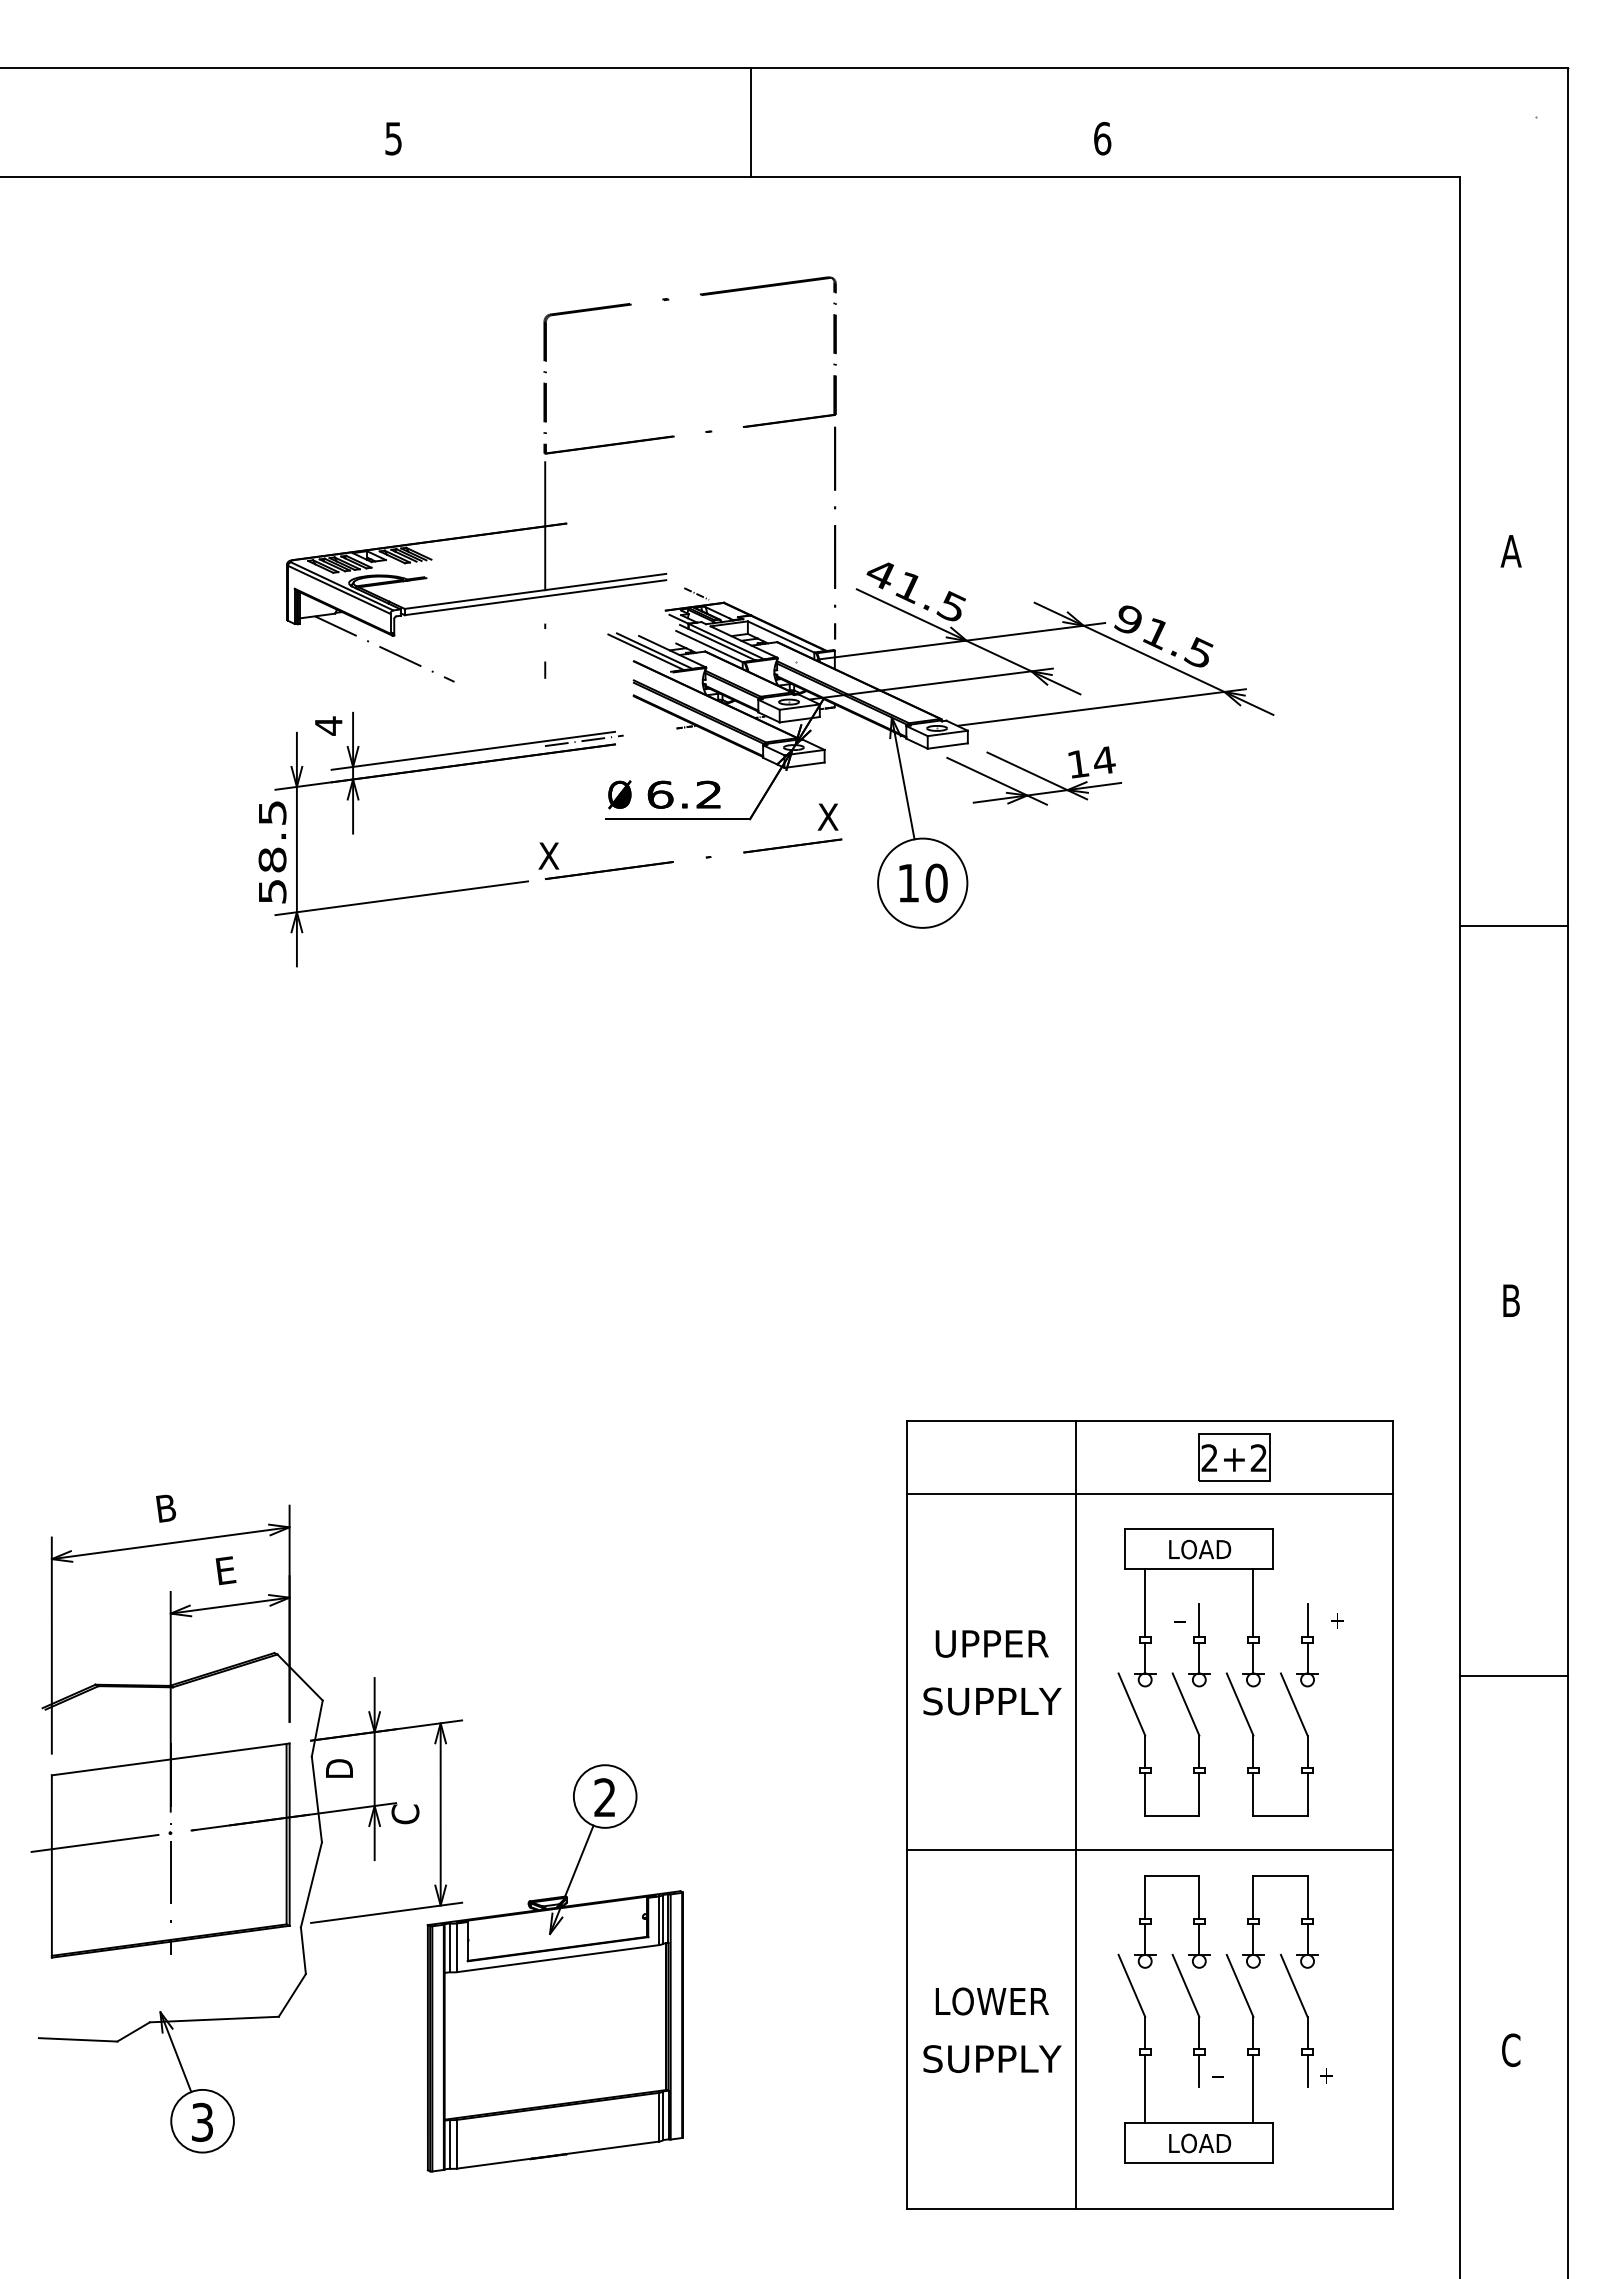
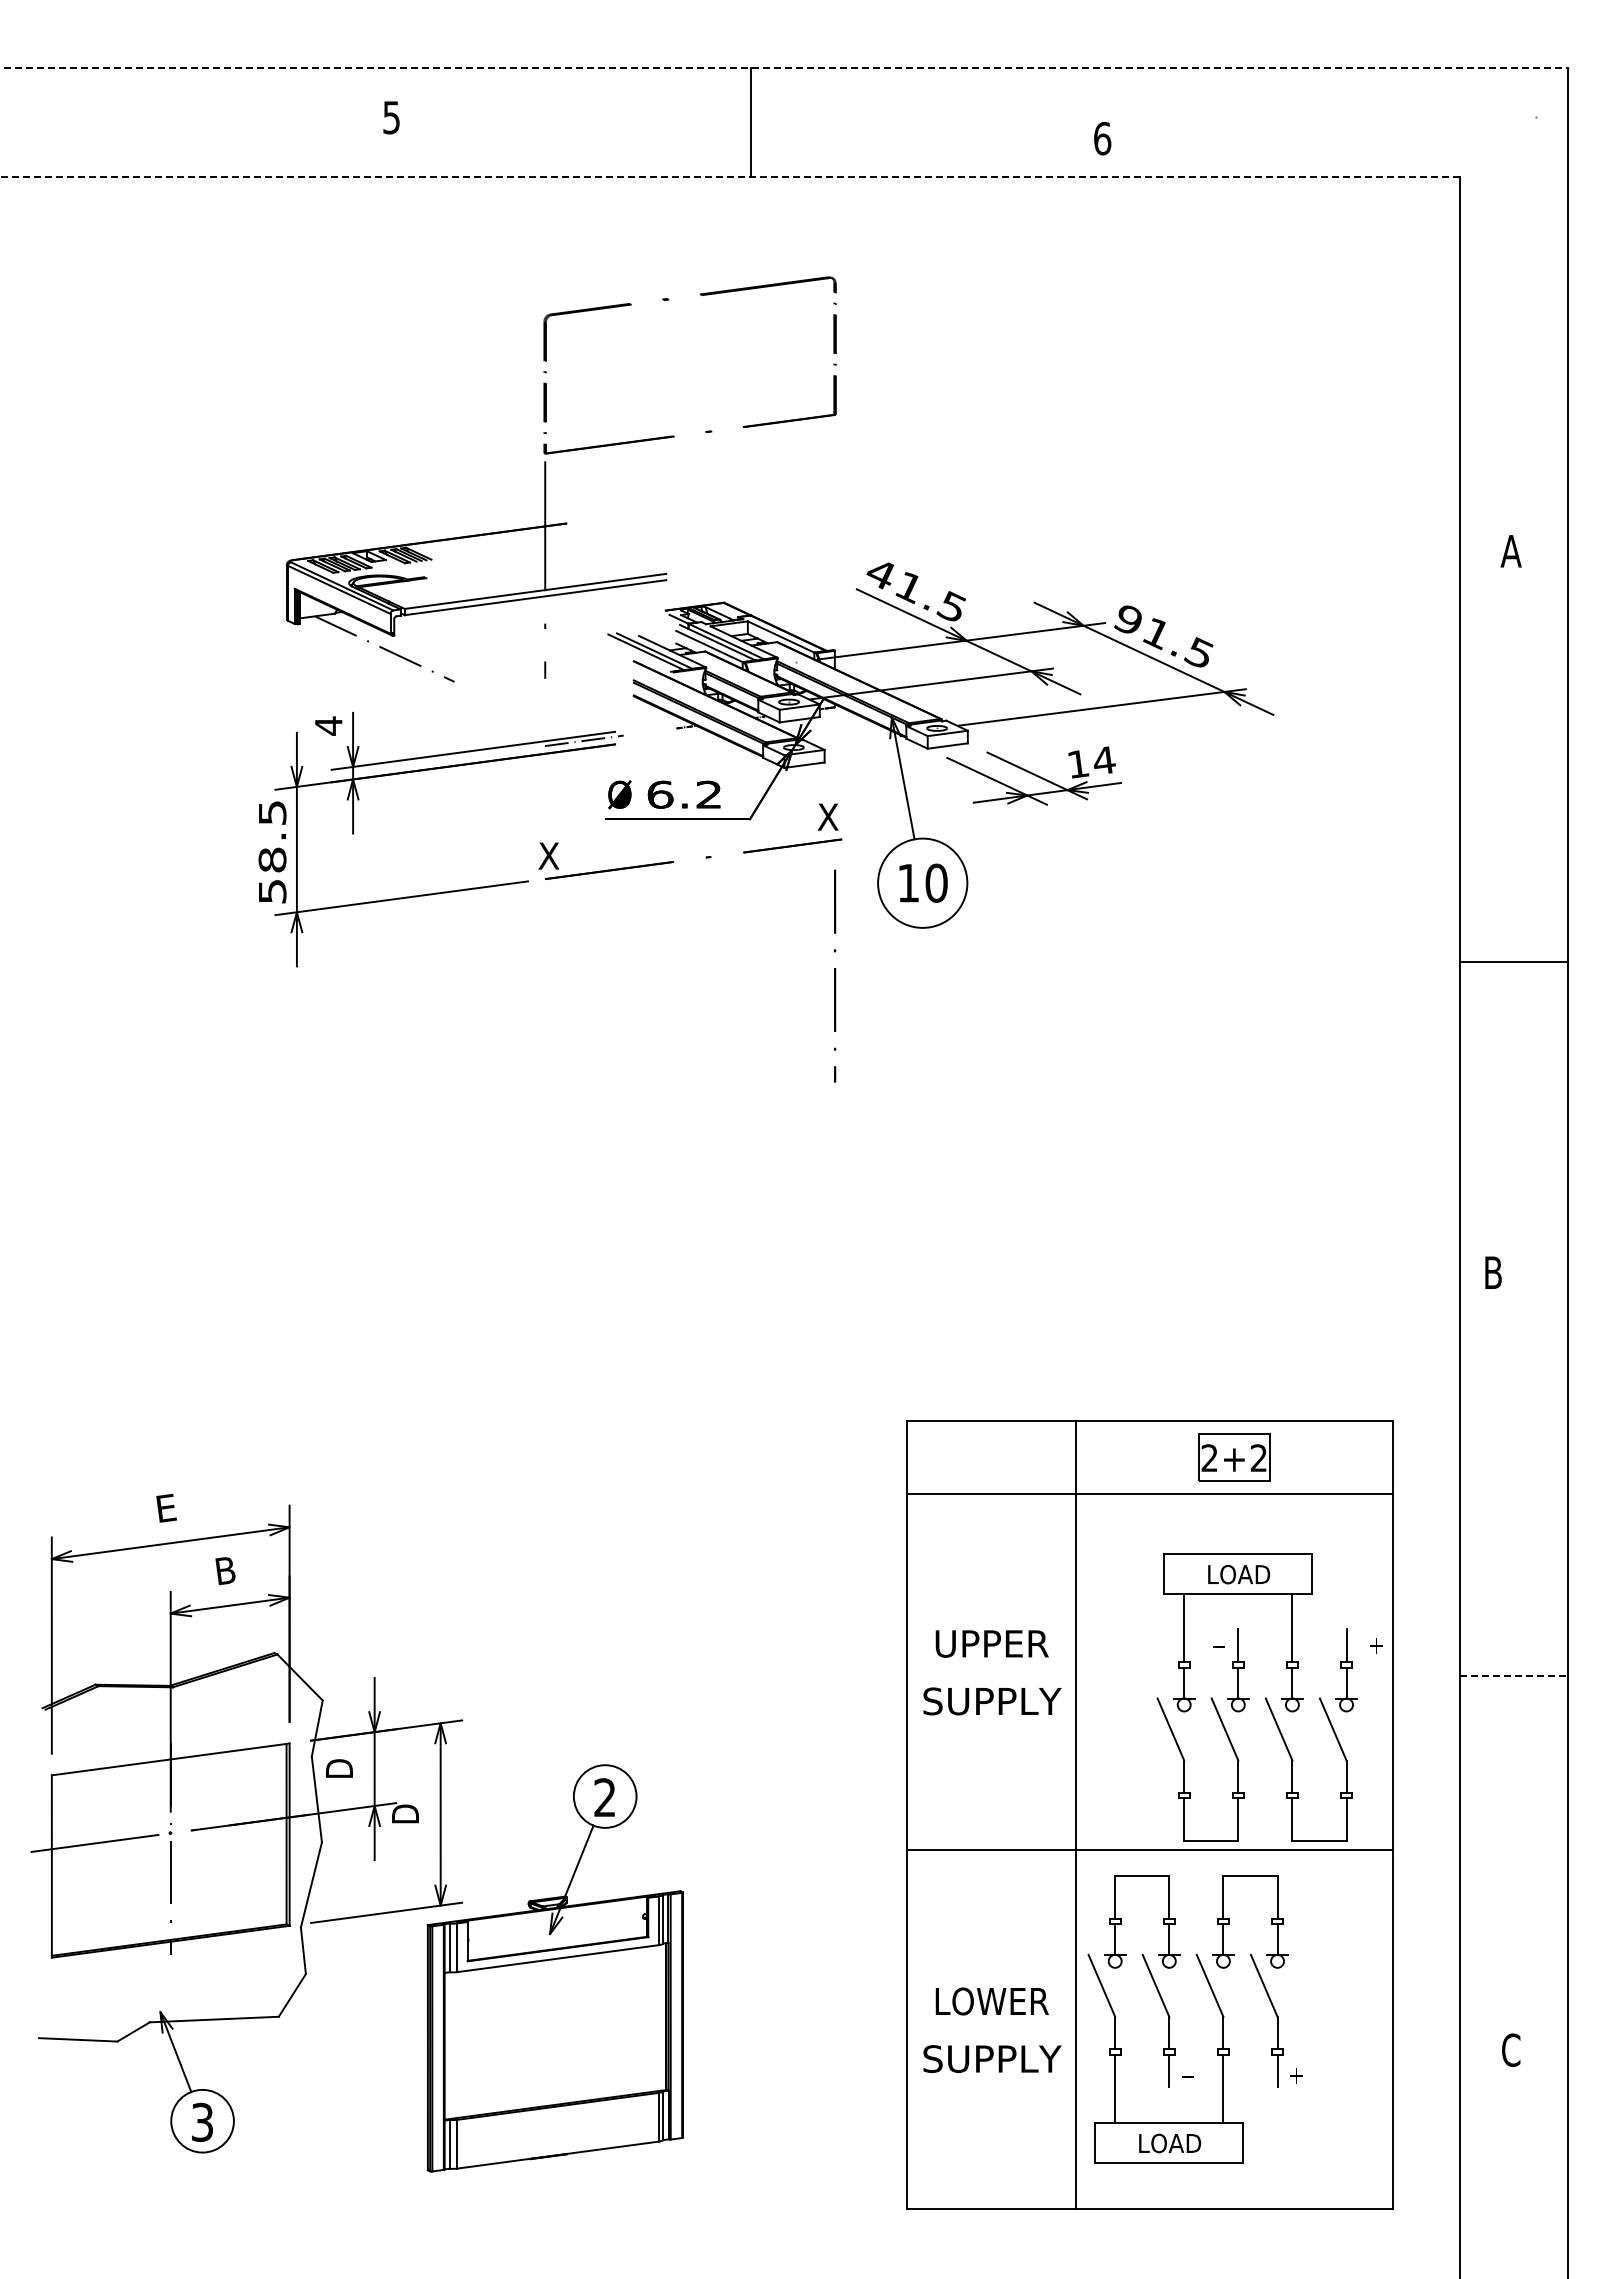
line at (784, 68): solid -> dashed
text at (393, 138) position: (393, 138) -> (391, 117)
line at (730, 176): solid -> dashed
line at (835, 532) position: (835, 532) -> (835, 975)
line at (696, 593): present -> none
line at (1514, 926) position: (1514, 926) -> (1514, 962)
text at (1511, 1300) position: (1511, 1300) -> (1493, 1272)
text at (166, 1507): B -> E
text at (225, 1570): E -> B
part at (1230, 1672) position: (1230, 1672) -> (1269, 1697)
line at (1514, 1675): solid -> dashed
text at (405, 1814): C -> D
part at (1200, 2017) position: (1200, 2017) -> (1170, 2017)
